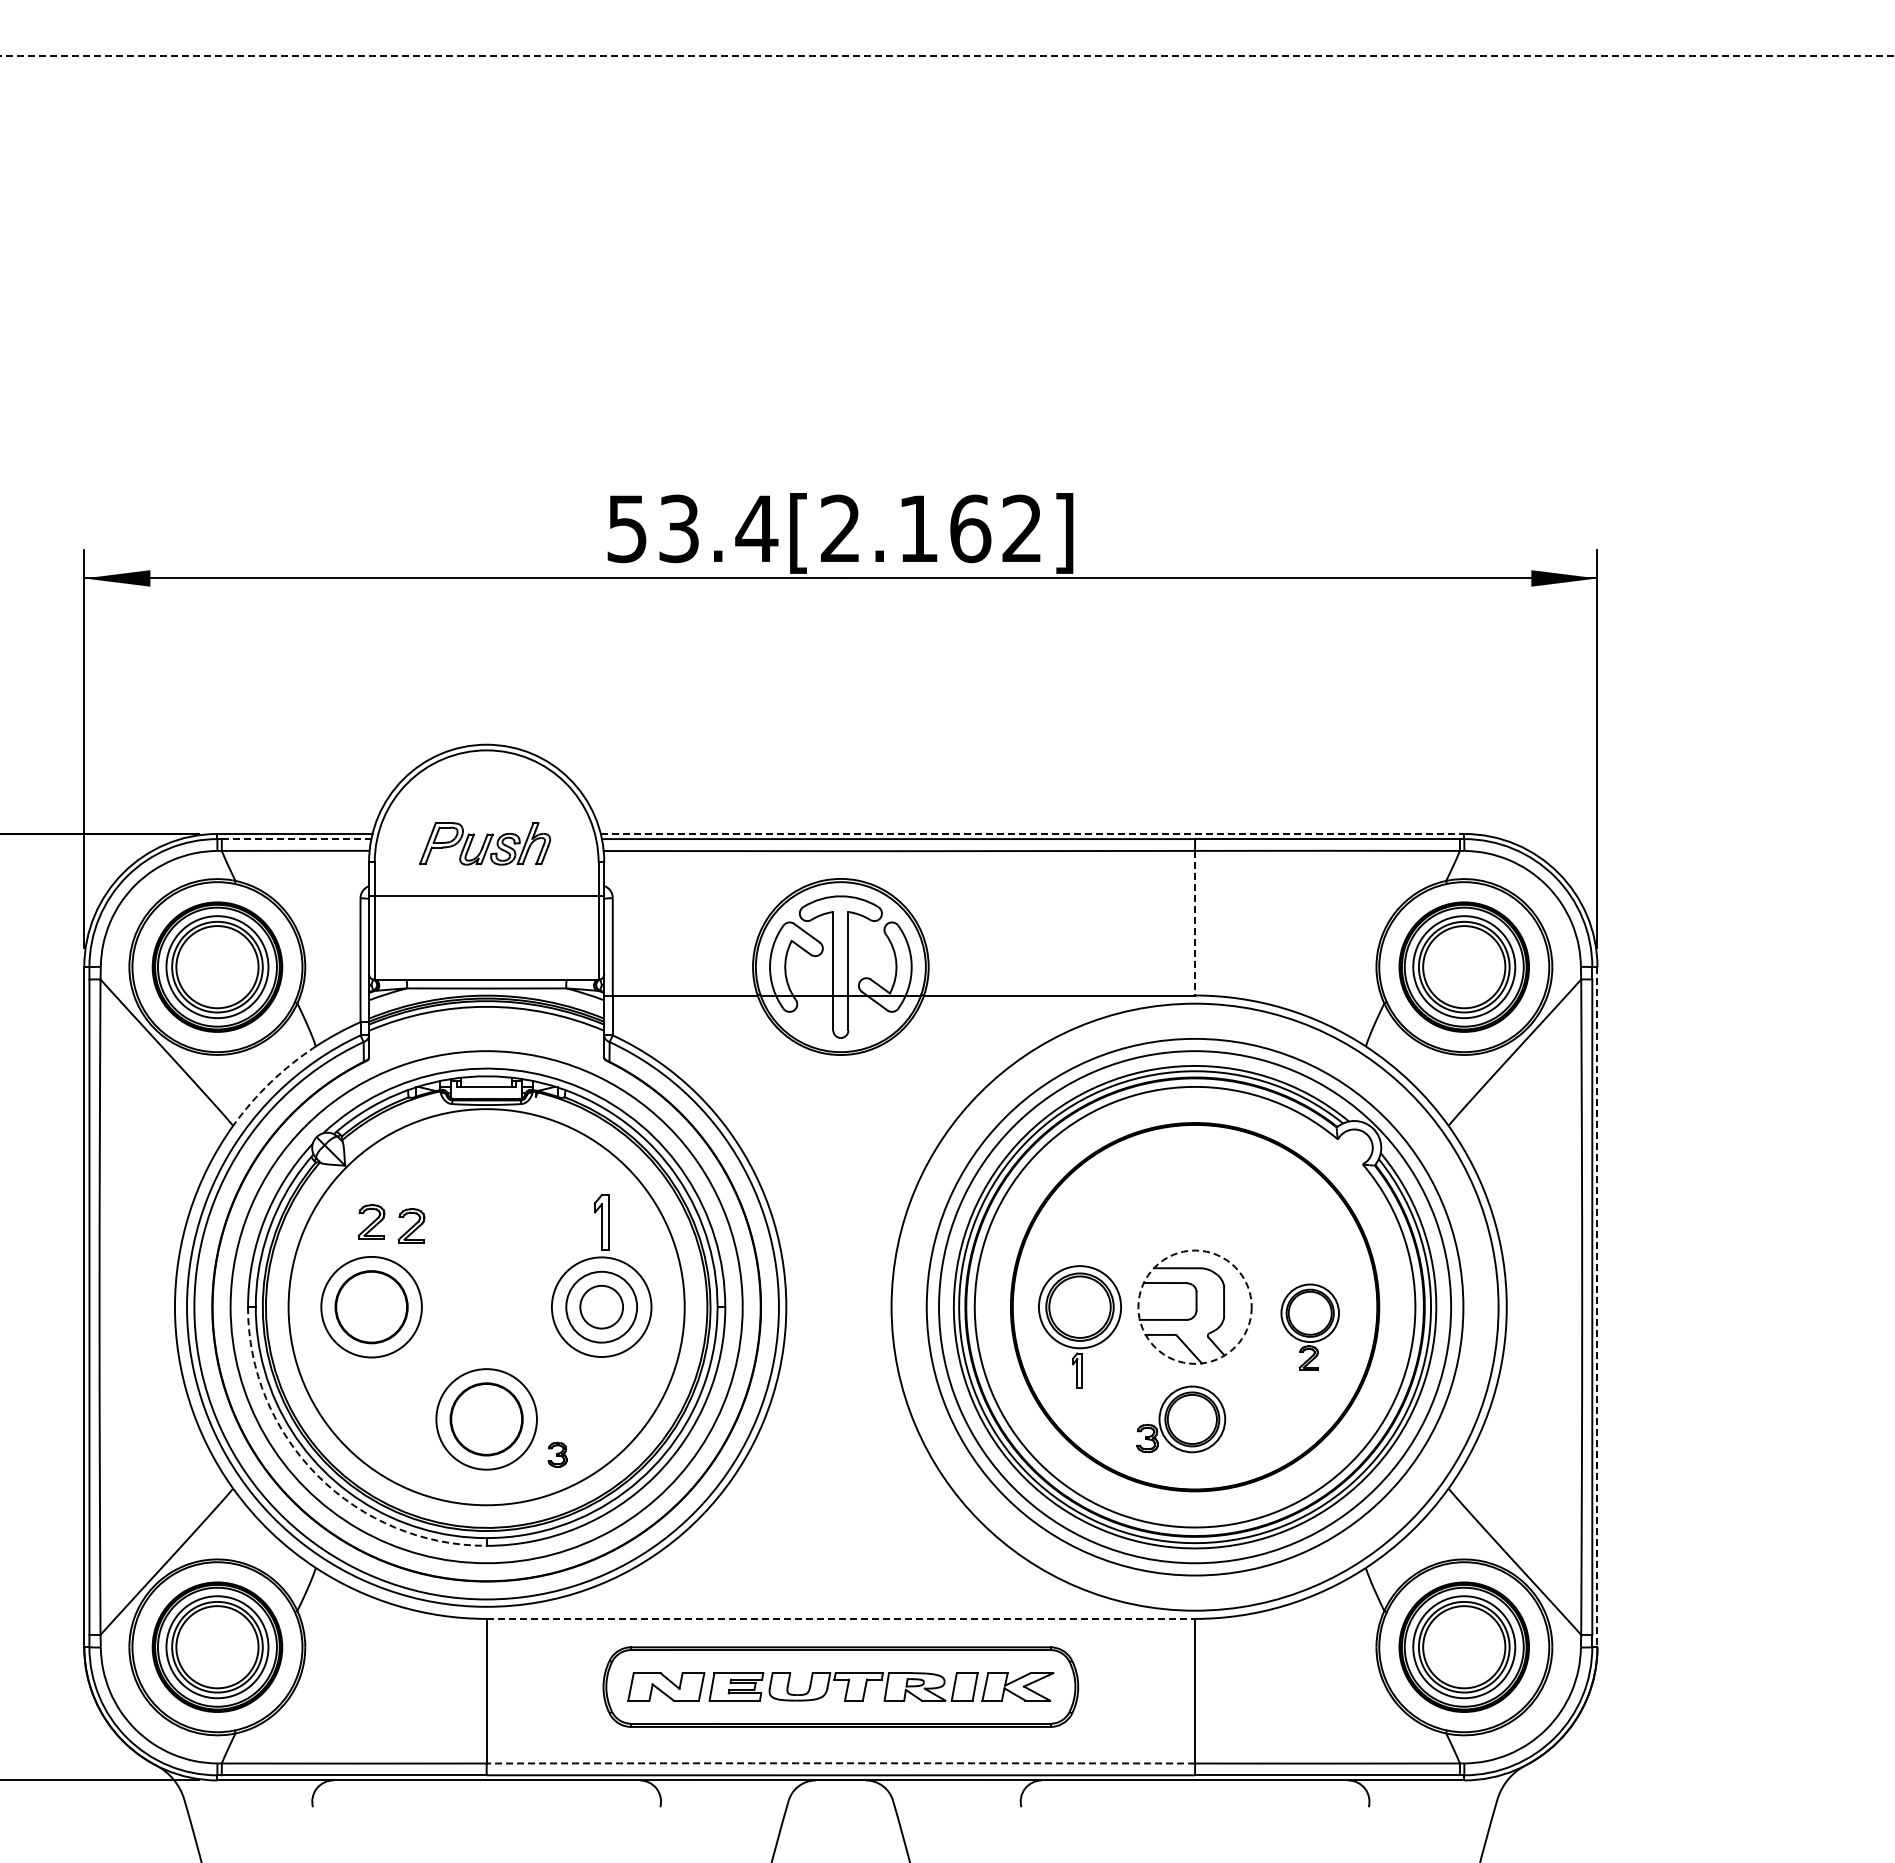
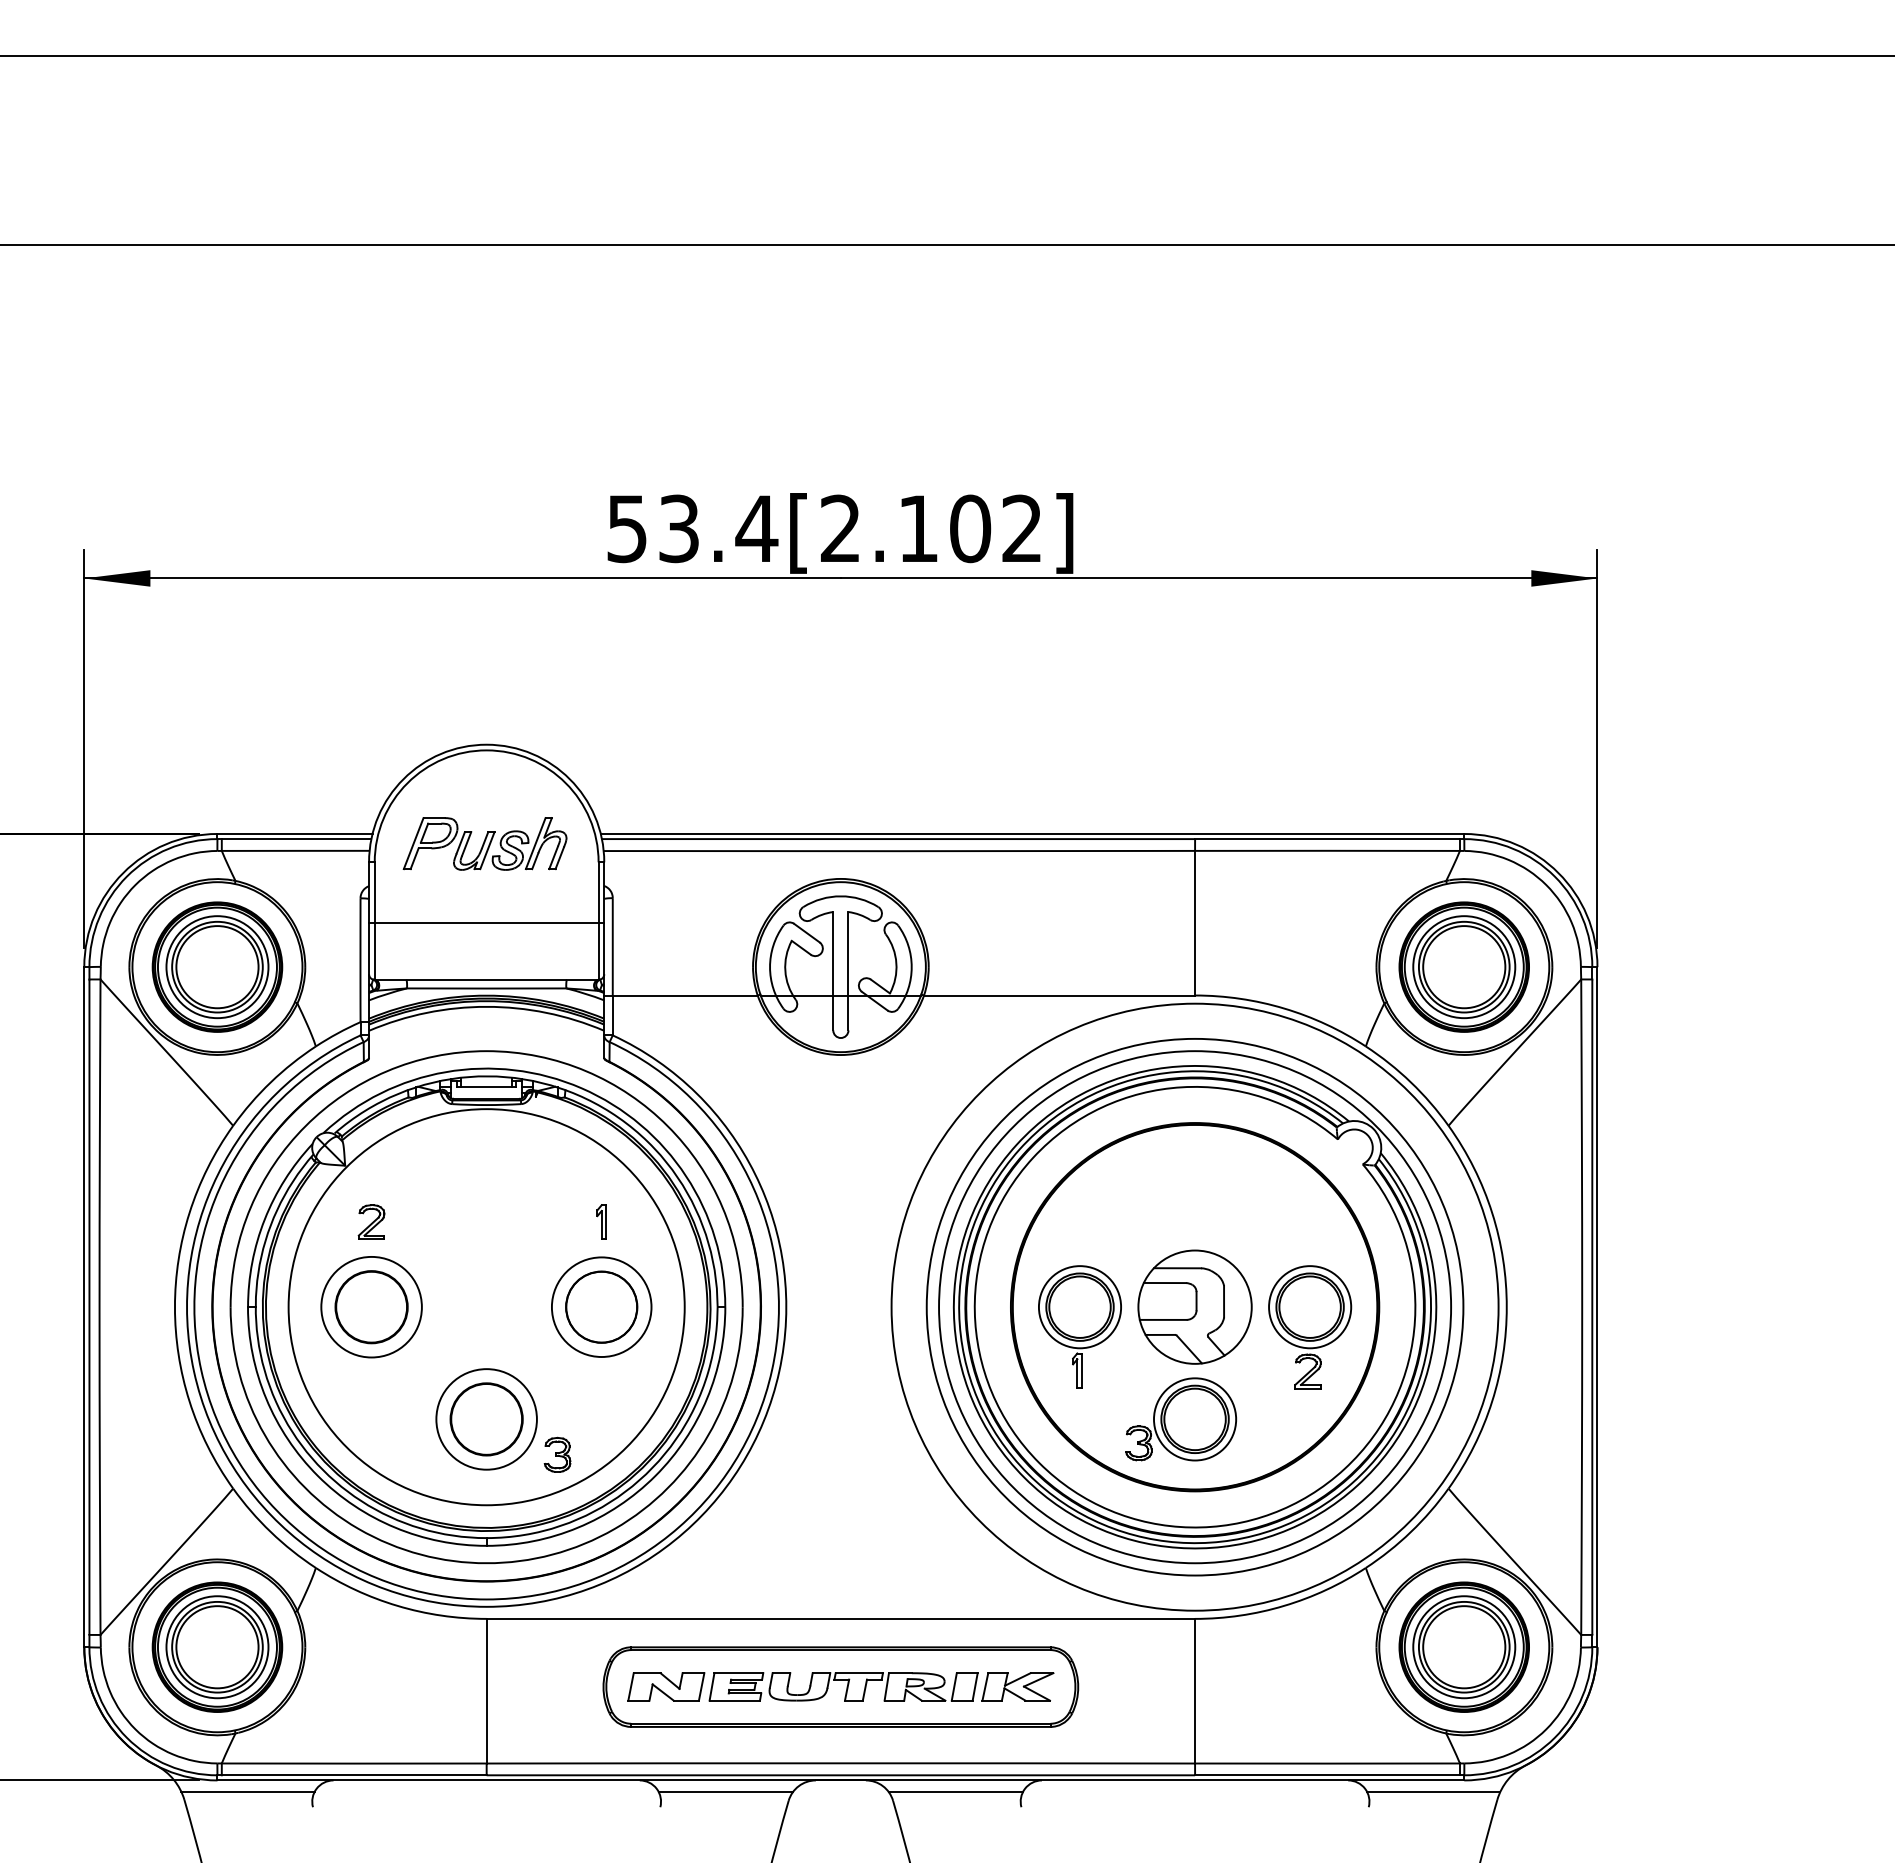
line at (947, 55): dashed -> solid
line at (946, 244): none -> present
text at (970, 528): 53.4[2.162] -> 53.4[2.102]
line at (1032, 833): dashed -> solid
line at (296, 839): dashed -> solid
part at (485, 843) size: 133x44 px -> 166x54 px
line at (486, 896) position: (486, 896) -> (486, 923)
line at (1195, 923): dashed -> solid
arc at (270, 1082): dashed -> solid
part at (601, 1222) size: 16x57 px -> 11x36 px
part at (411, 1225): present -> none
circle at (601, 1306) diameter: 43 px -> 71 px
circle at (1194, 1306): dashed -> solid
line at (1597, 1307): dashed -> solid
part at (1309, 1326) size: 60x88 px -> 85x125 px
part at (1181, 1419) size: 91x69 px -> 113x85 px
part at (557, 1454) size: 21x27 px -> 29x37 px
arc at (317, 1475): dashed -> solid
line at (841, 1618): dashed -> solid
arc at (840, 1763): dashed -> solid
line at (247, 1791): none -> present
line at (725, 1791): none -> present
line at (955, 1791): none -> present
line at (1433, 1791): none -> present
